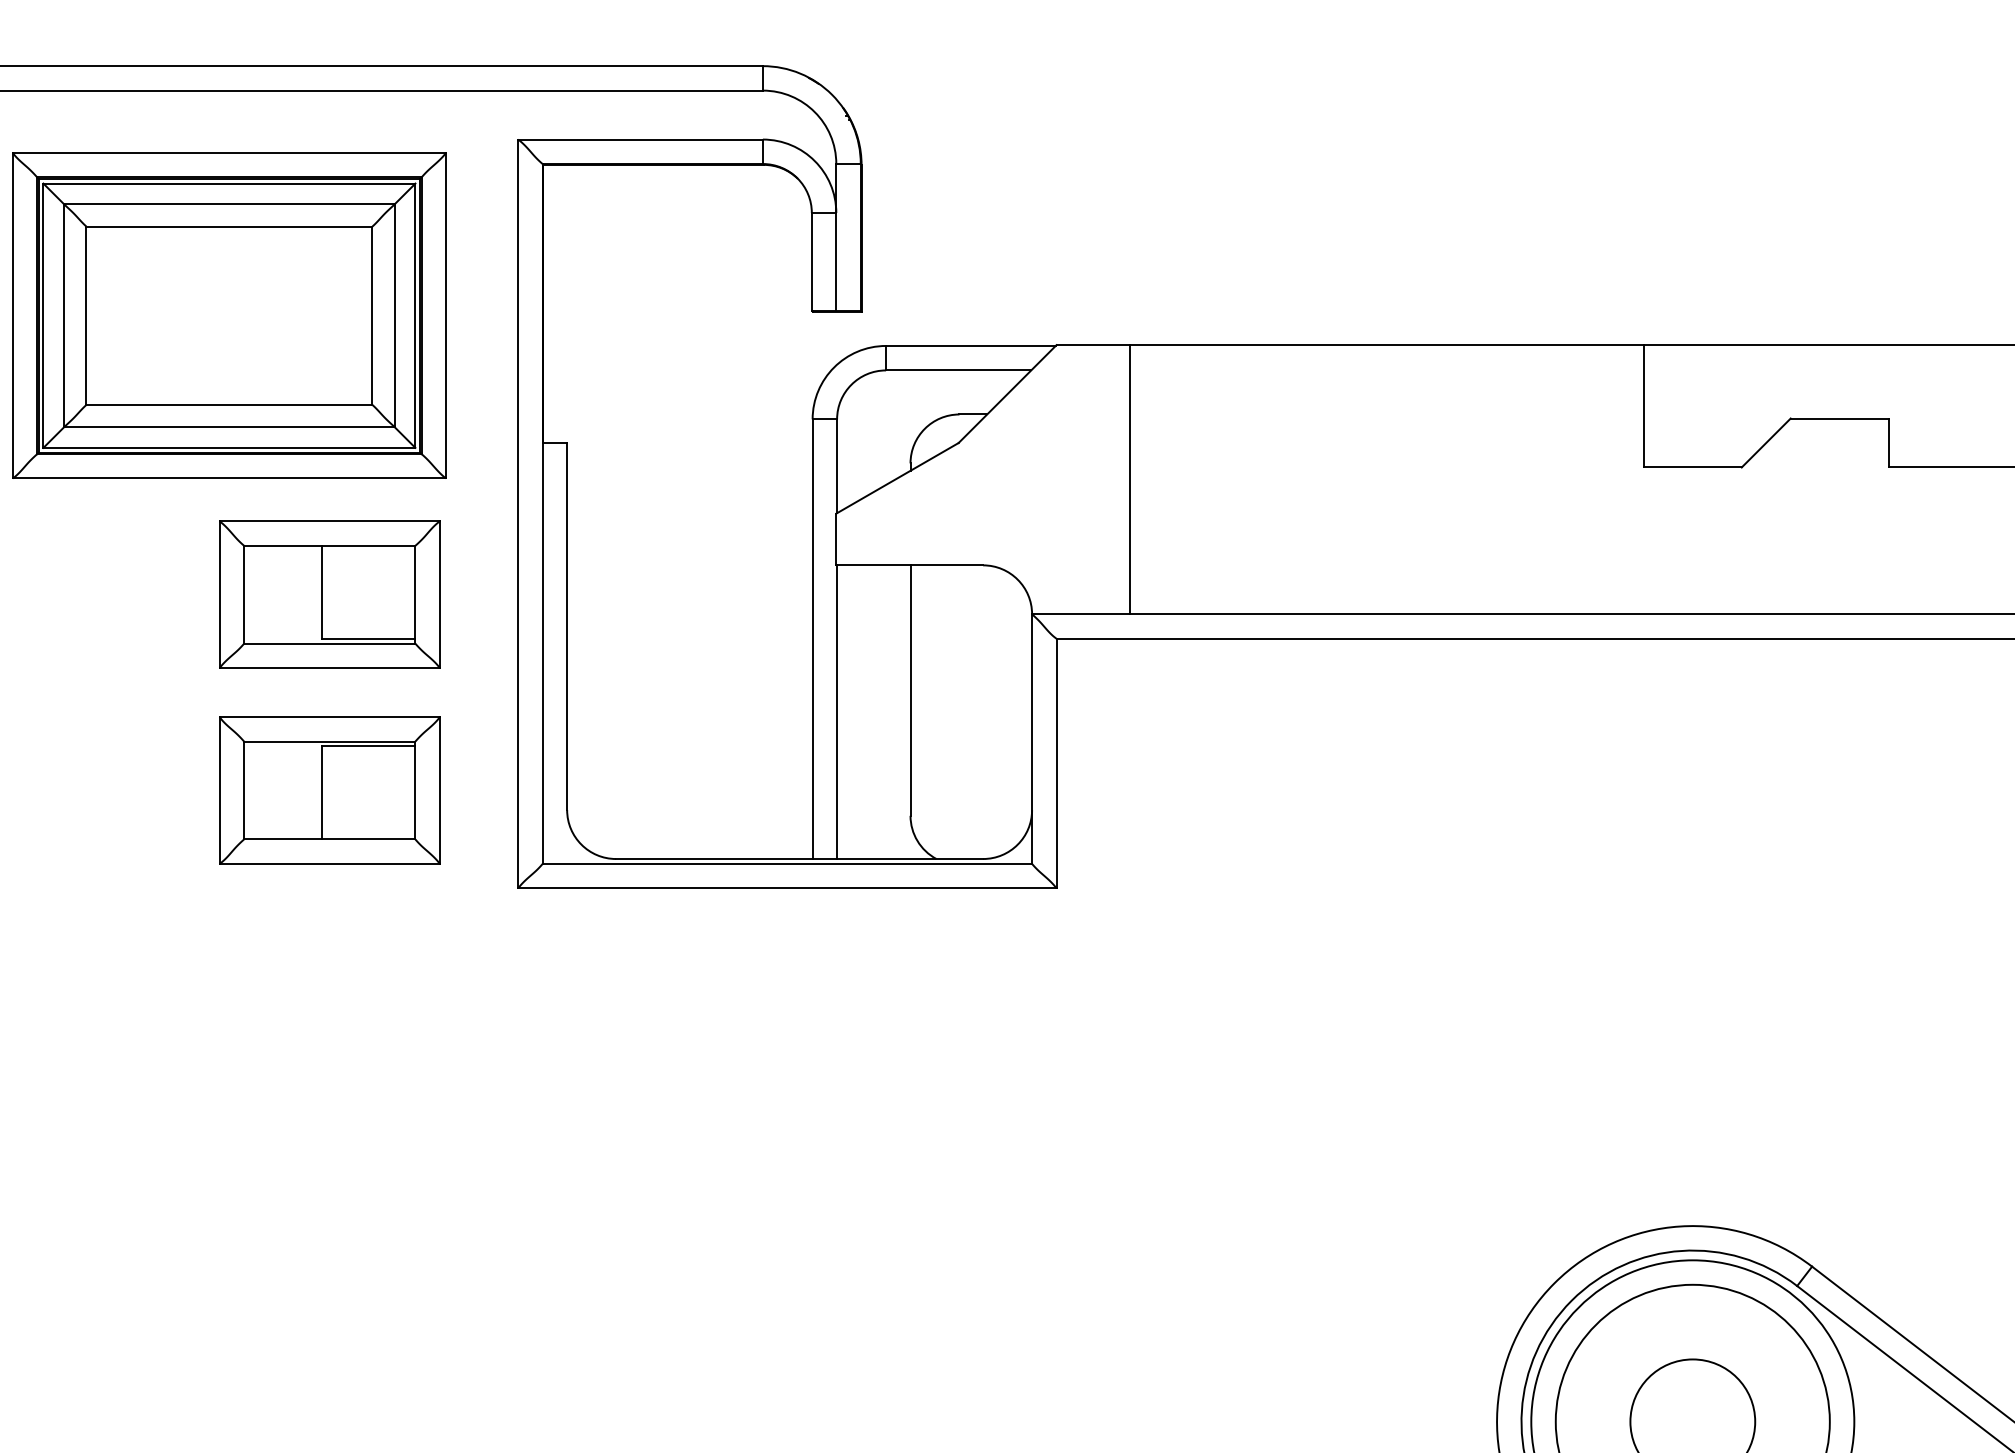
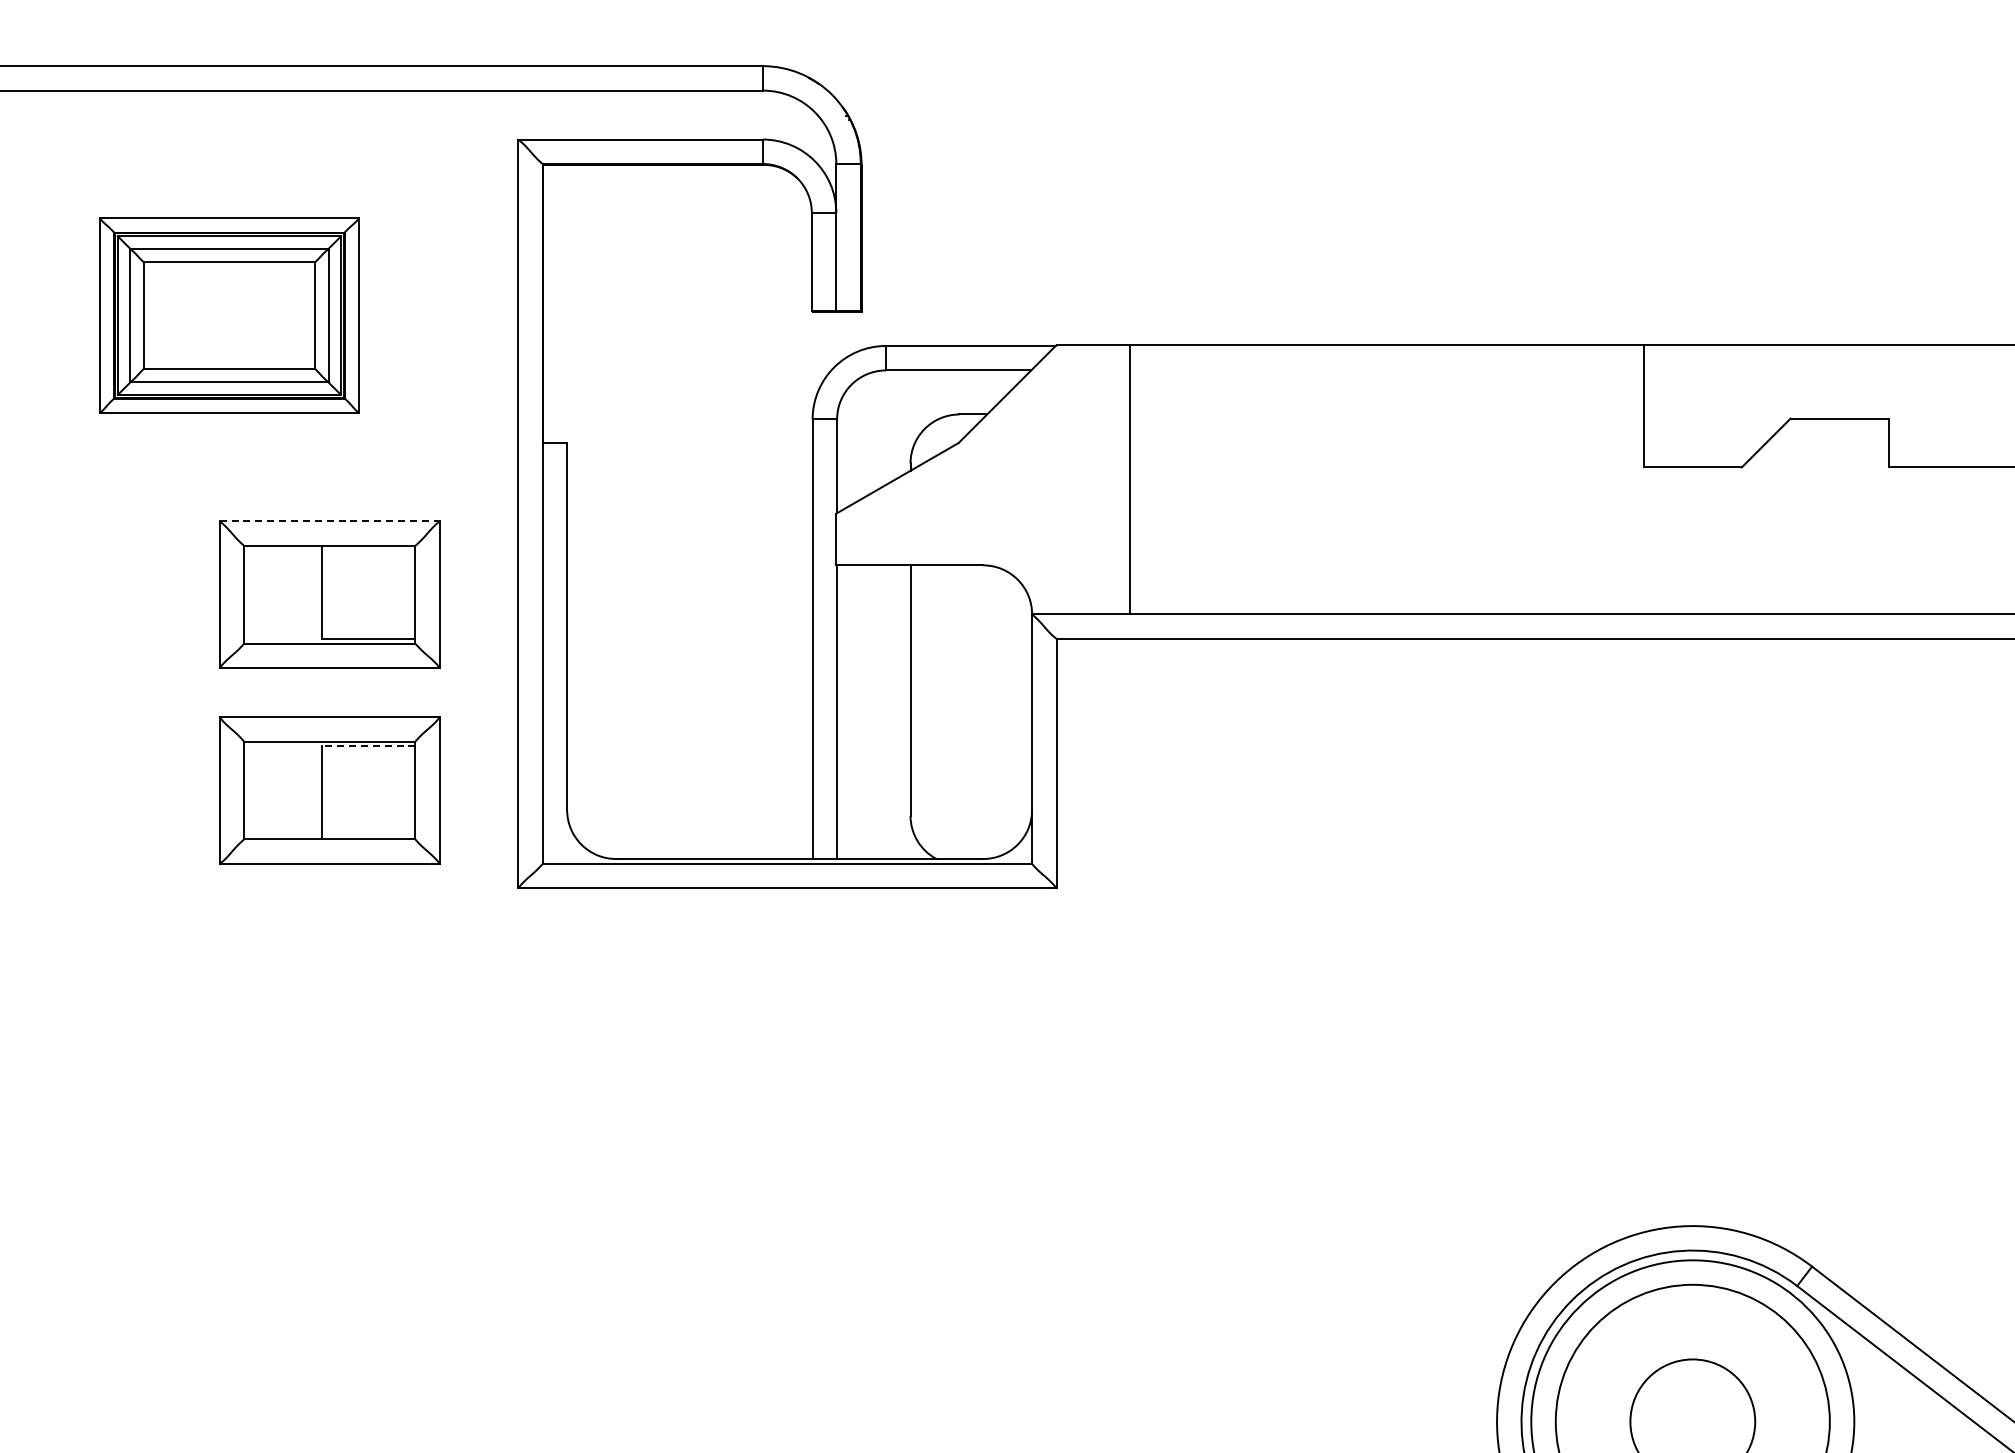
part at (229, 315) size: 435x327 px -> 261x197 px
line at (330, 521): solid -> dashed
line at (368, 746): solid -> dashed
